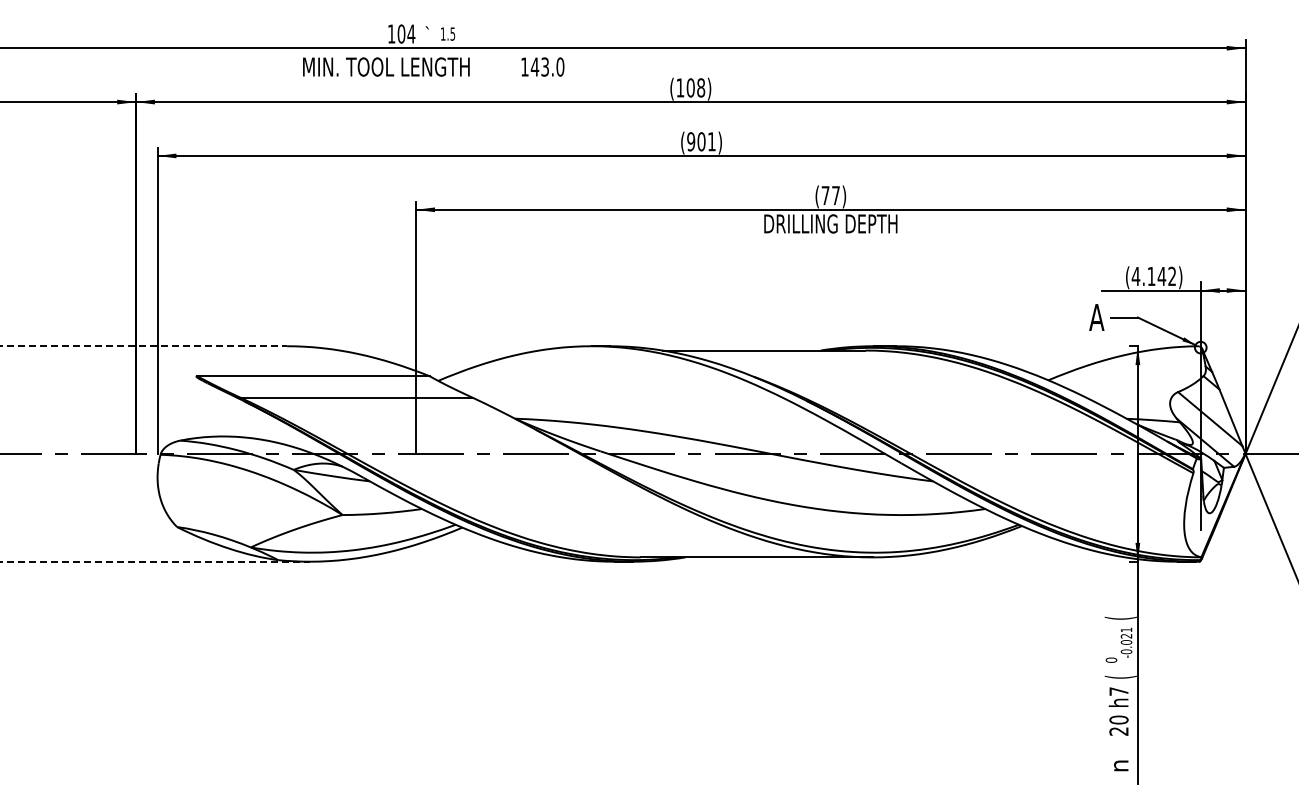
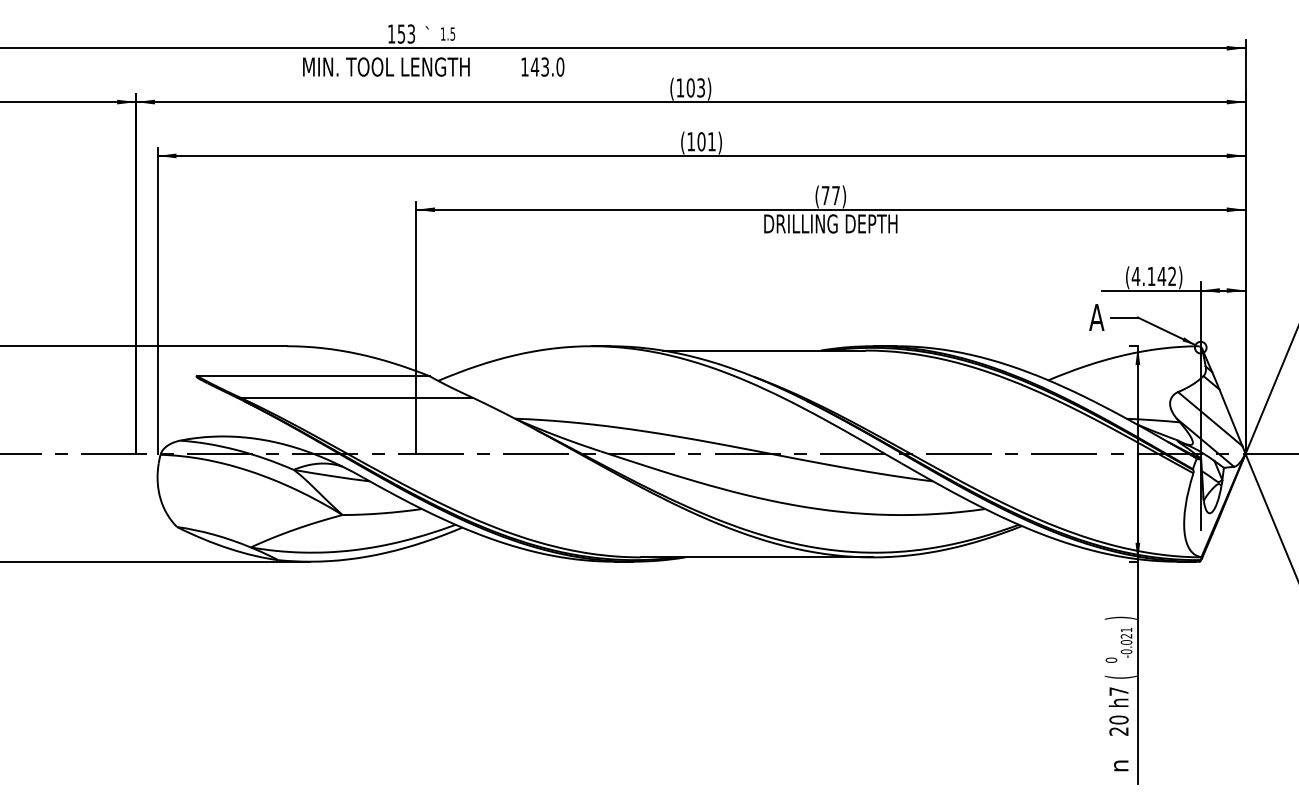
text at (406, 33): 104 -> 153
text at (701, 87): (108) -> (103)
text at (691, 141): (901) -> (101)
line at (144, 346): dashed -> solid
line at (155, 561): dashed -> solid
text at (1120, 617): ( -> )
